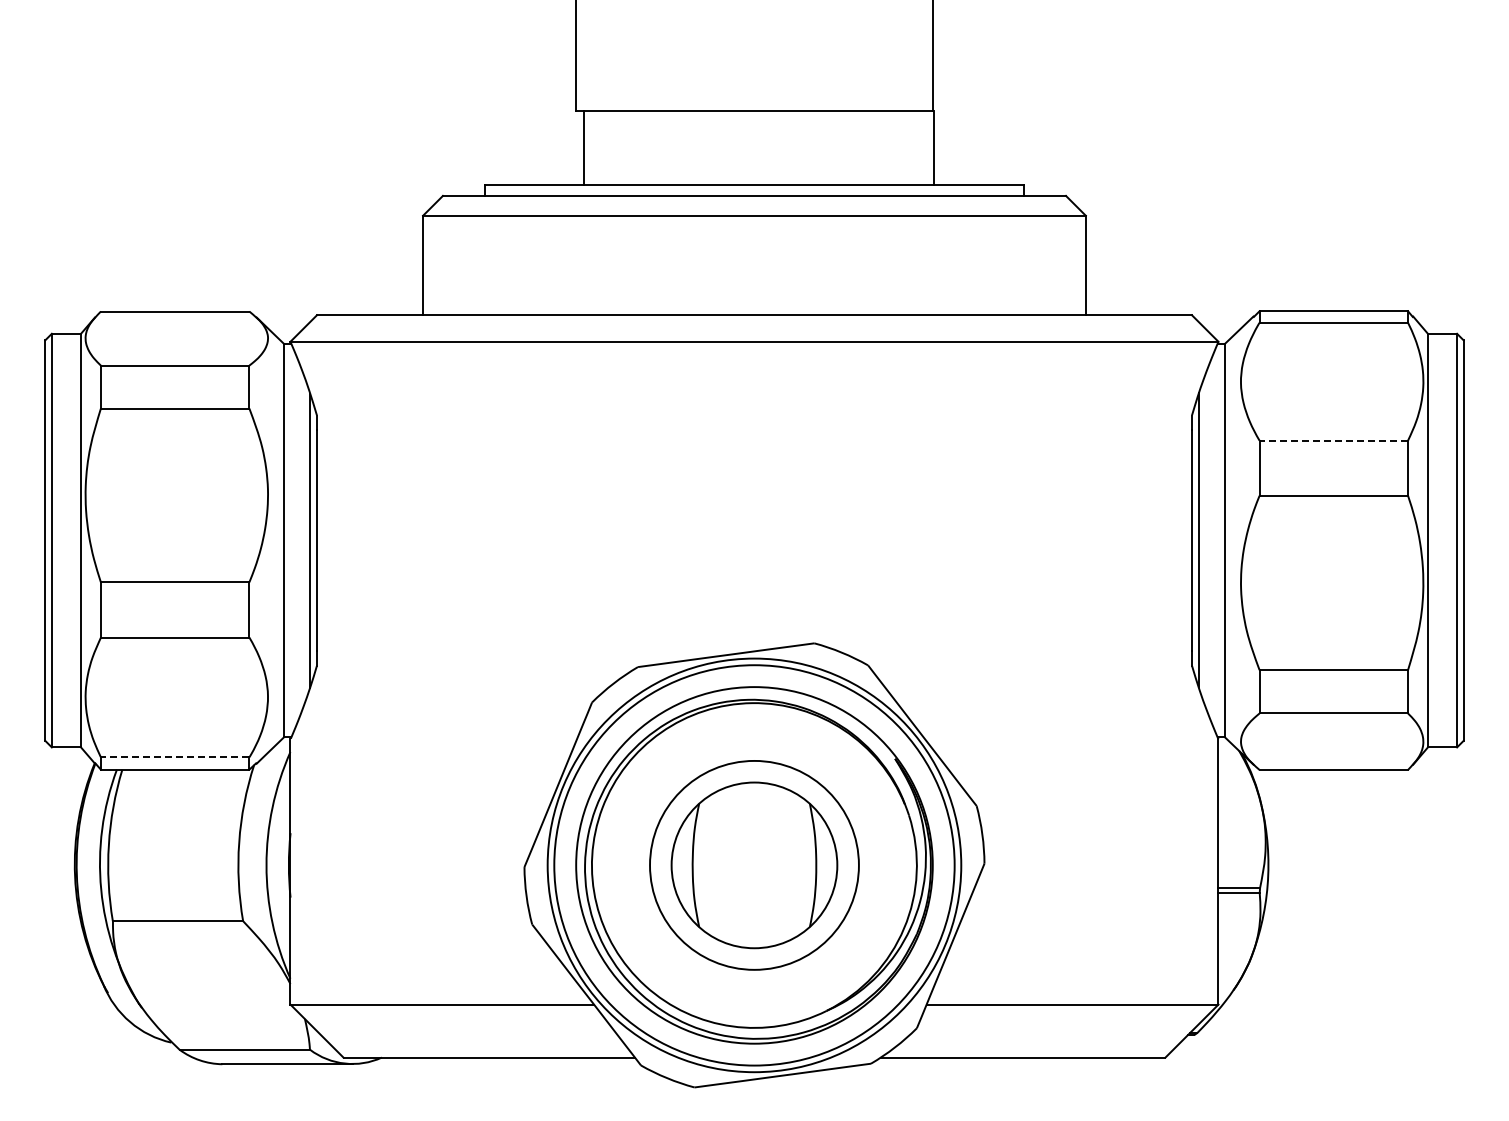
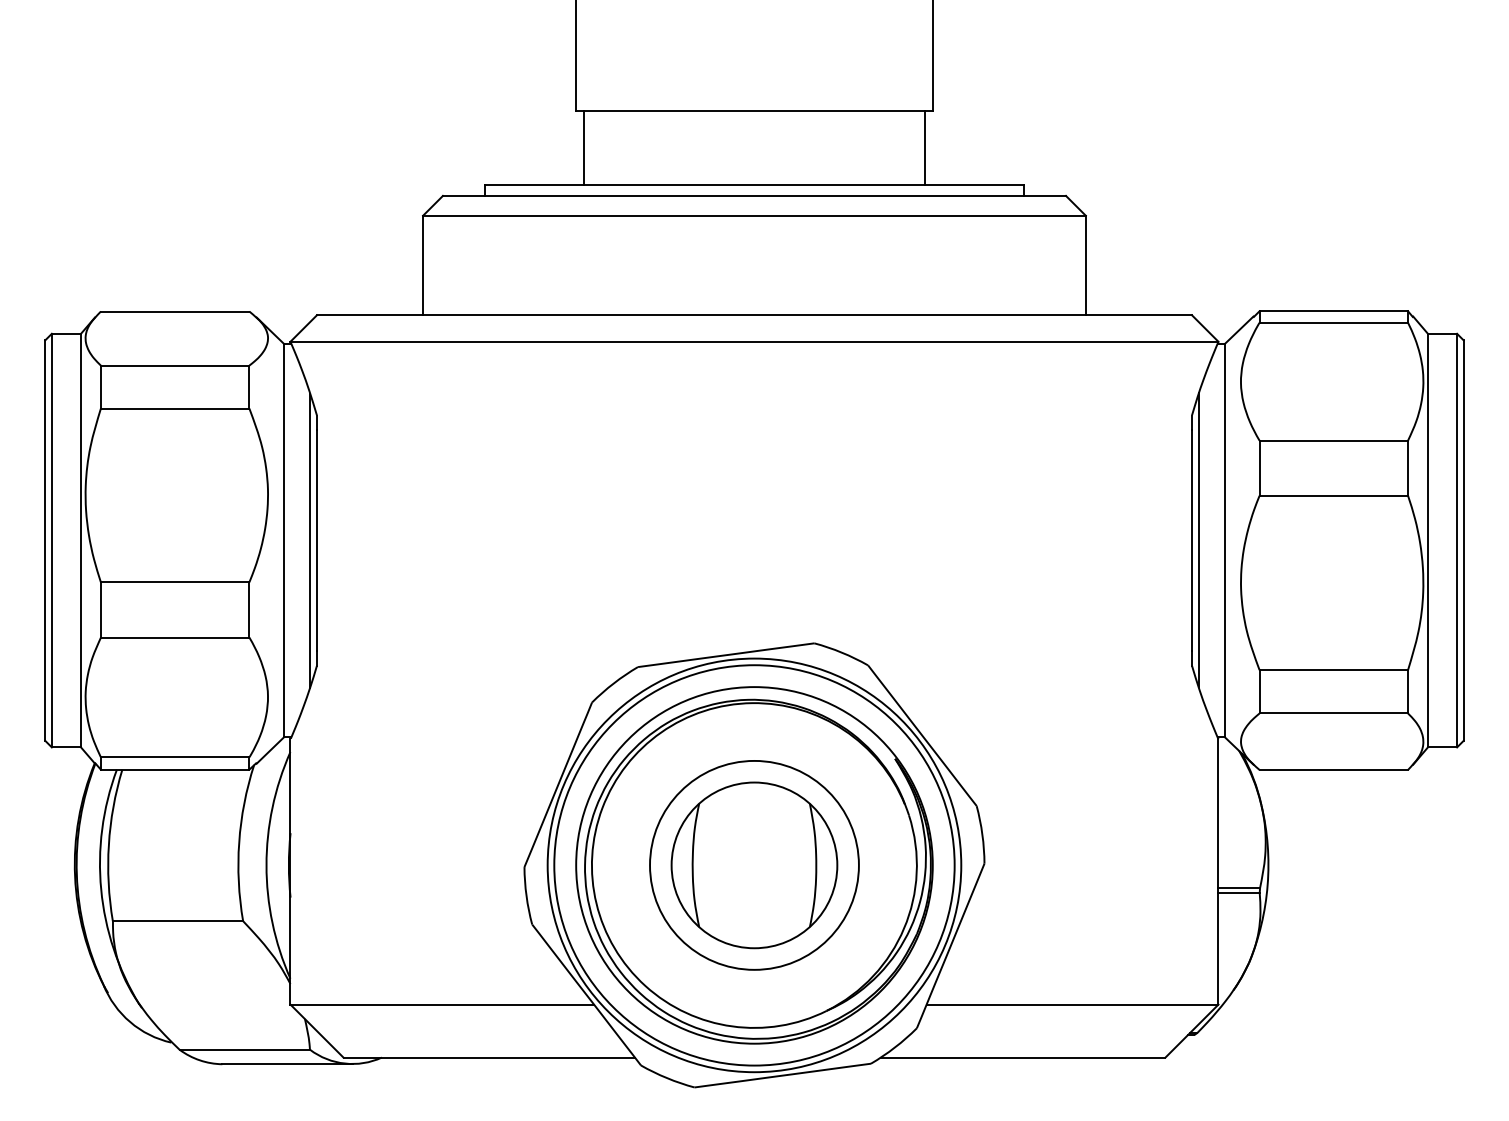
line at (933, 148) position: (933, 148) -> (924, 148)
line at (1333, 440): dashed -> solid
line at (174, 757): dashed -> solid
